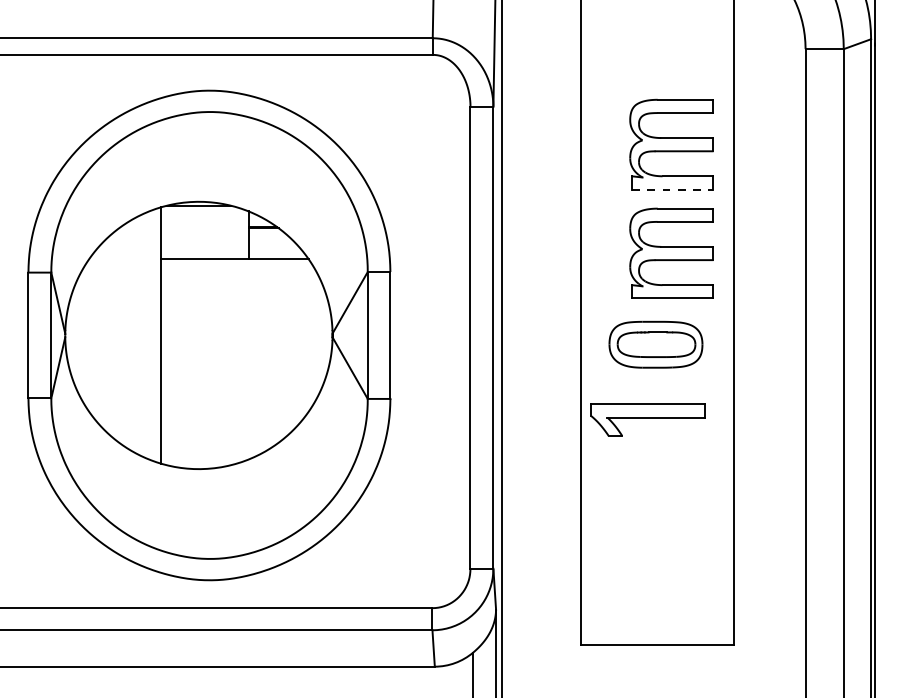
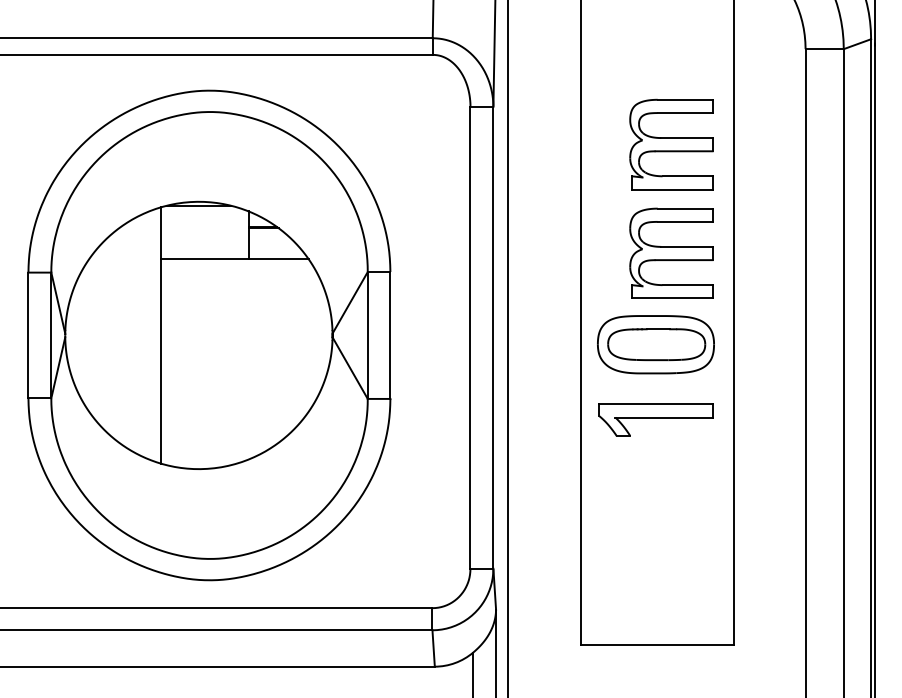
line at (672, 189): dashed -> solid
part at (655, 344) size: 96x49 px -> 118x60 px
line at (501, 348) position: (501, 348) -> (507, 348)
part at (647, 419) position: (647, 419) -> (655, 419)
